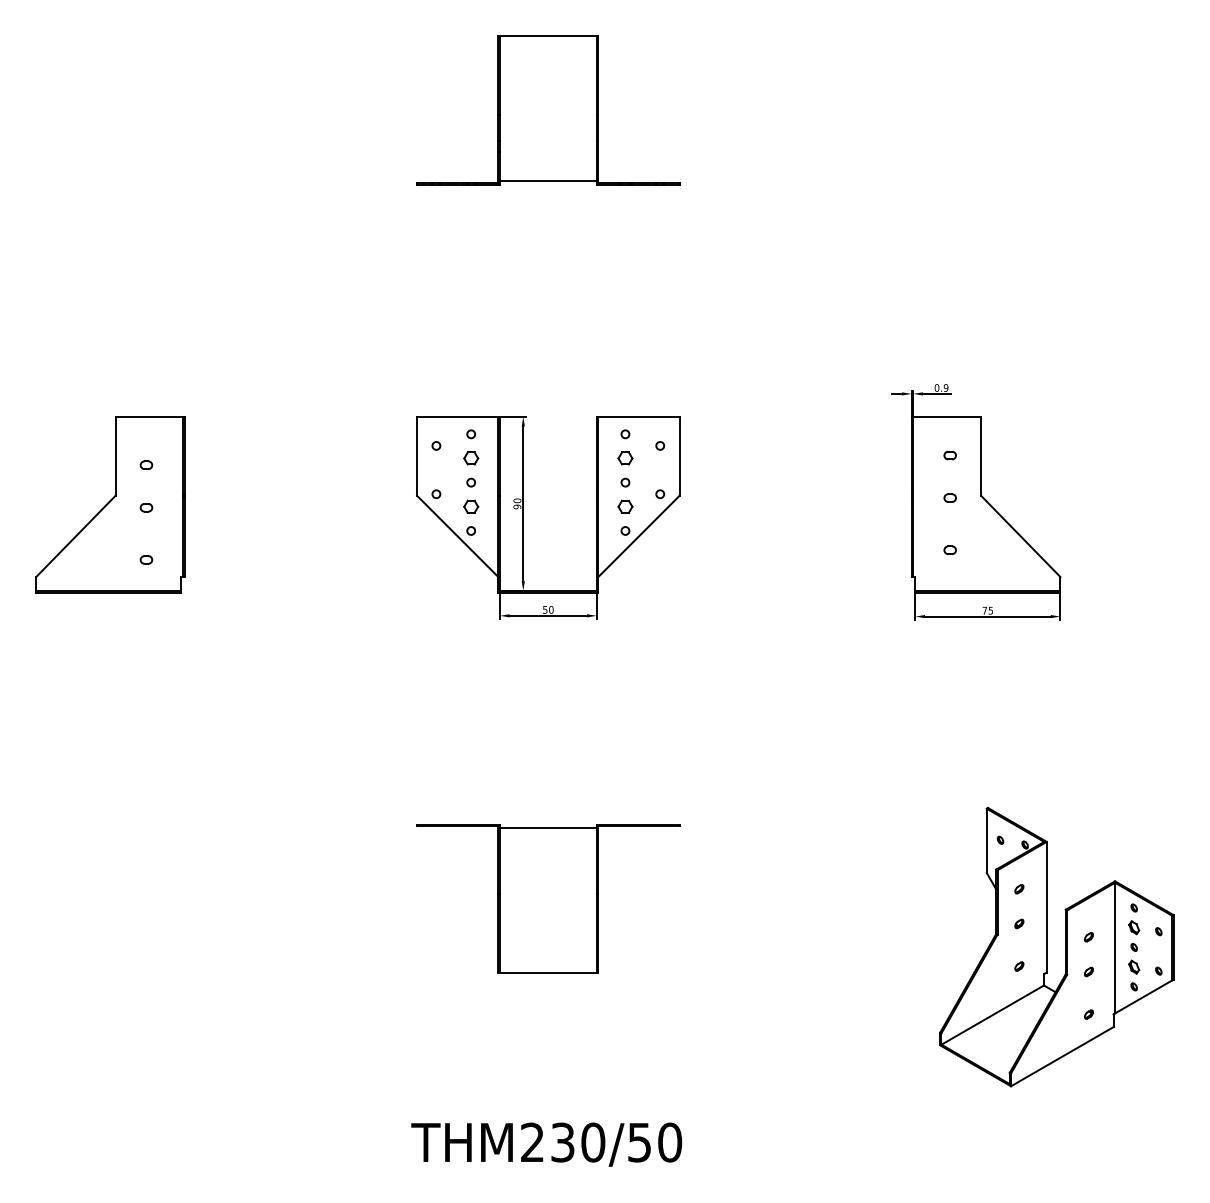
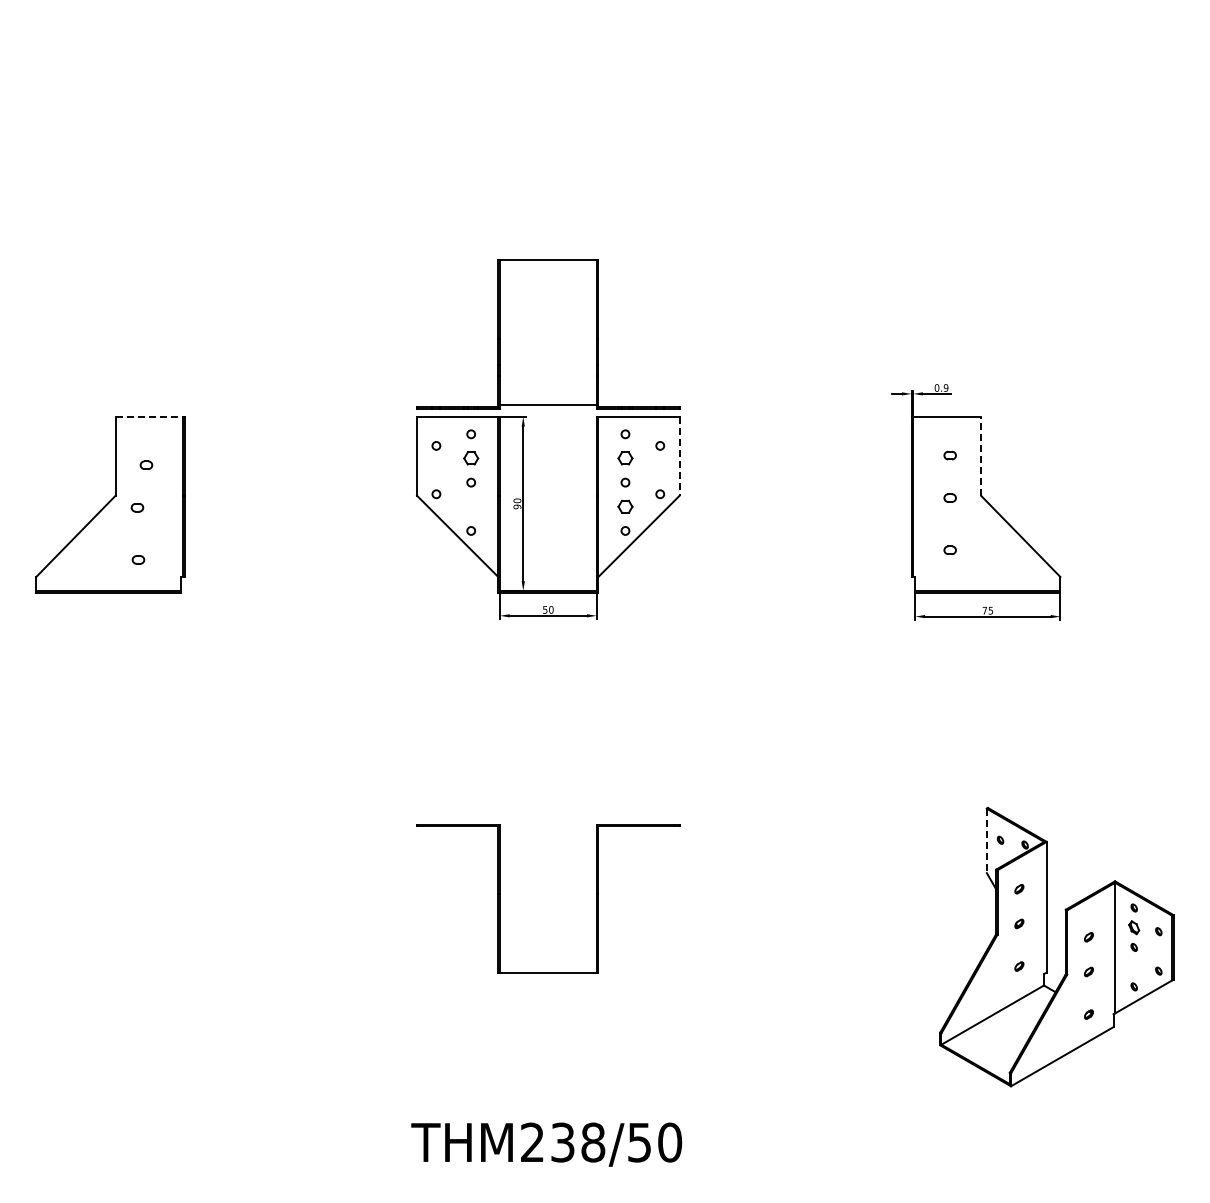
part at (548, 110) position: (548, 110) -> (548, 334)
line at (149, 416): solid -> dashed
line at (981, 455): solid -> dashed
line at (679, 456): solid -> dashed
part at (471, 506): present -> none
part at (146, 507) position: (146, 507) -> (137, 507)
part at (146, 559) position: (146, 559) -> (138, 559)
line at (548, 828): present -> none
line at (986, 841): solid -> dashed
part at (1134, 966): present -> none
text at (593, 1142): THM230/50 -> THM238/50
